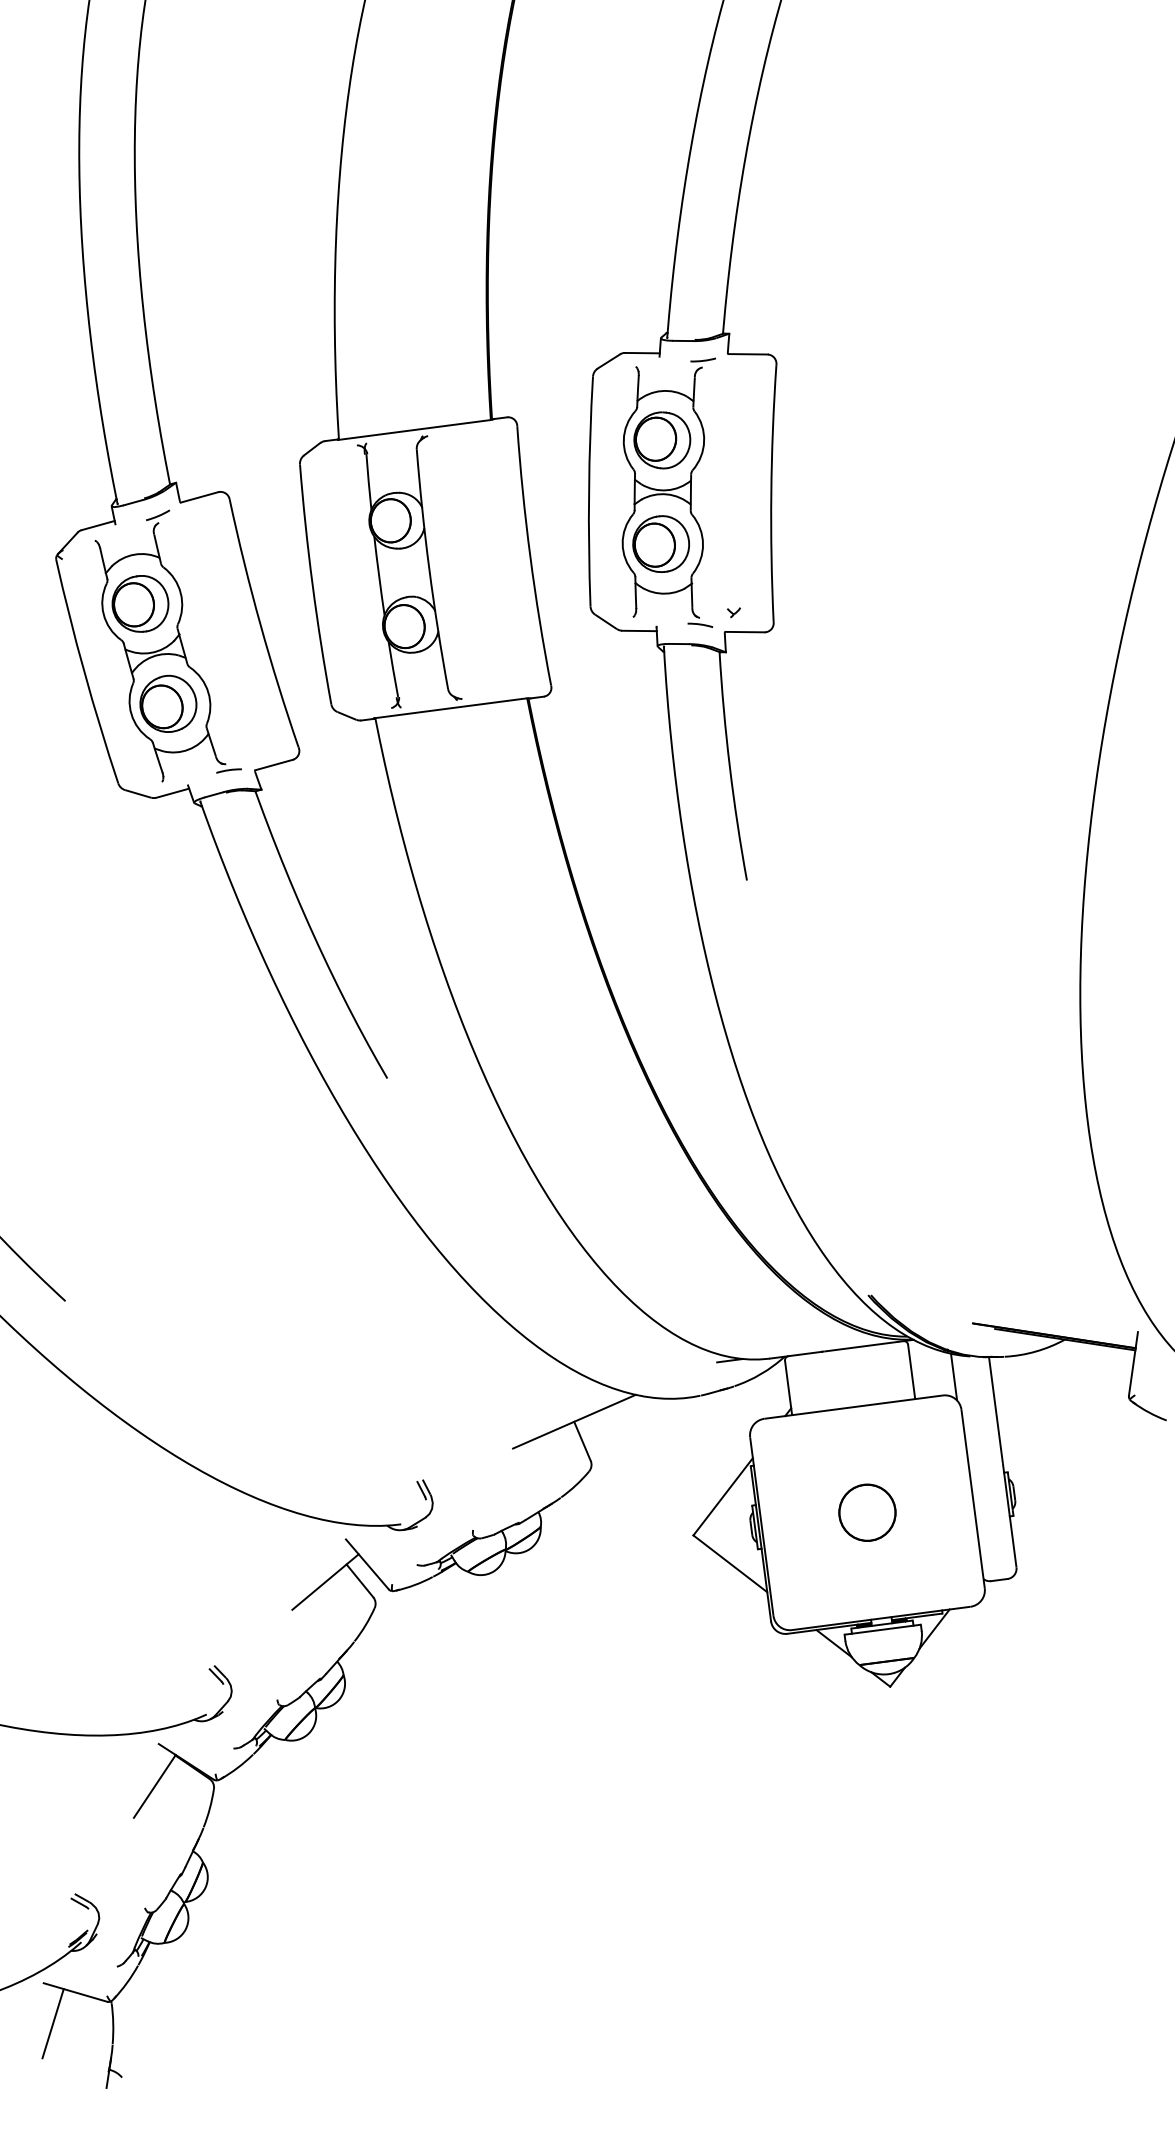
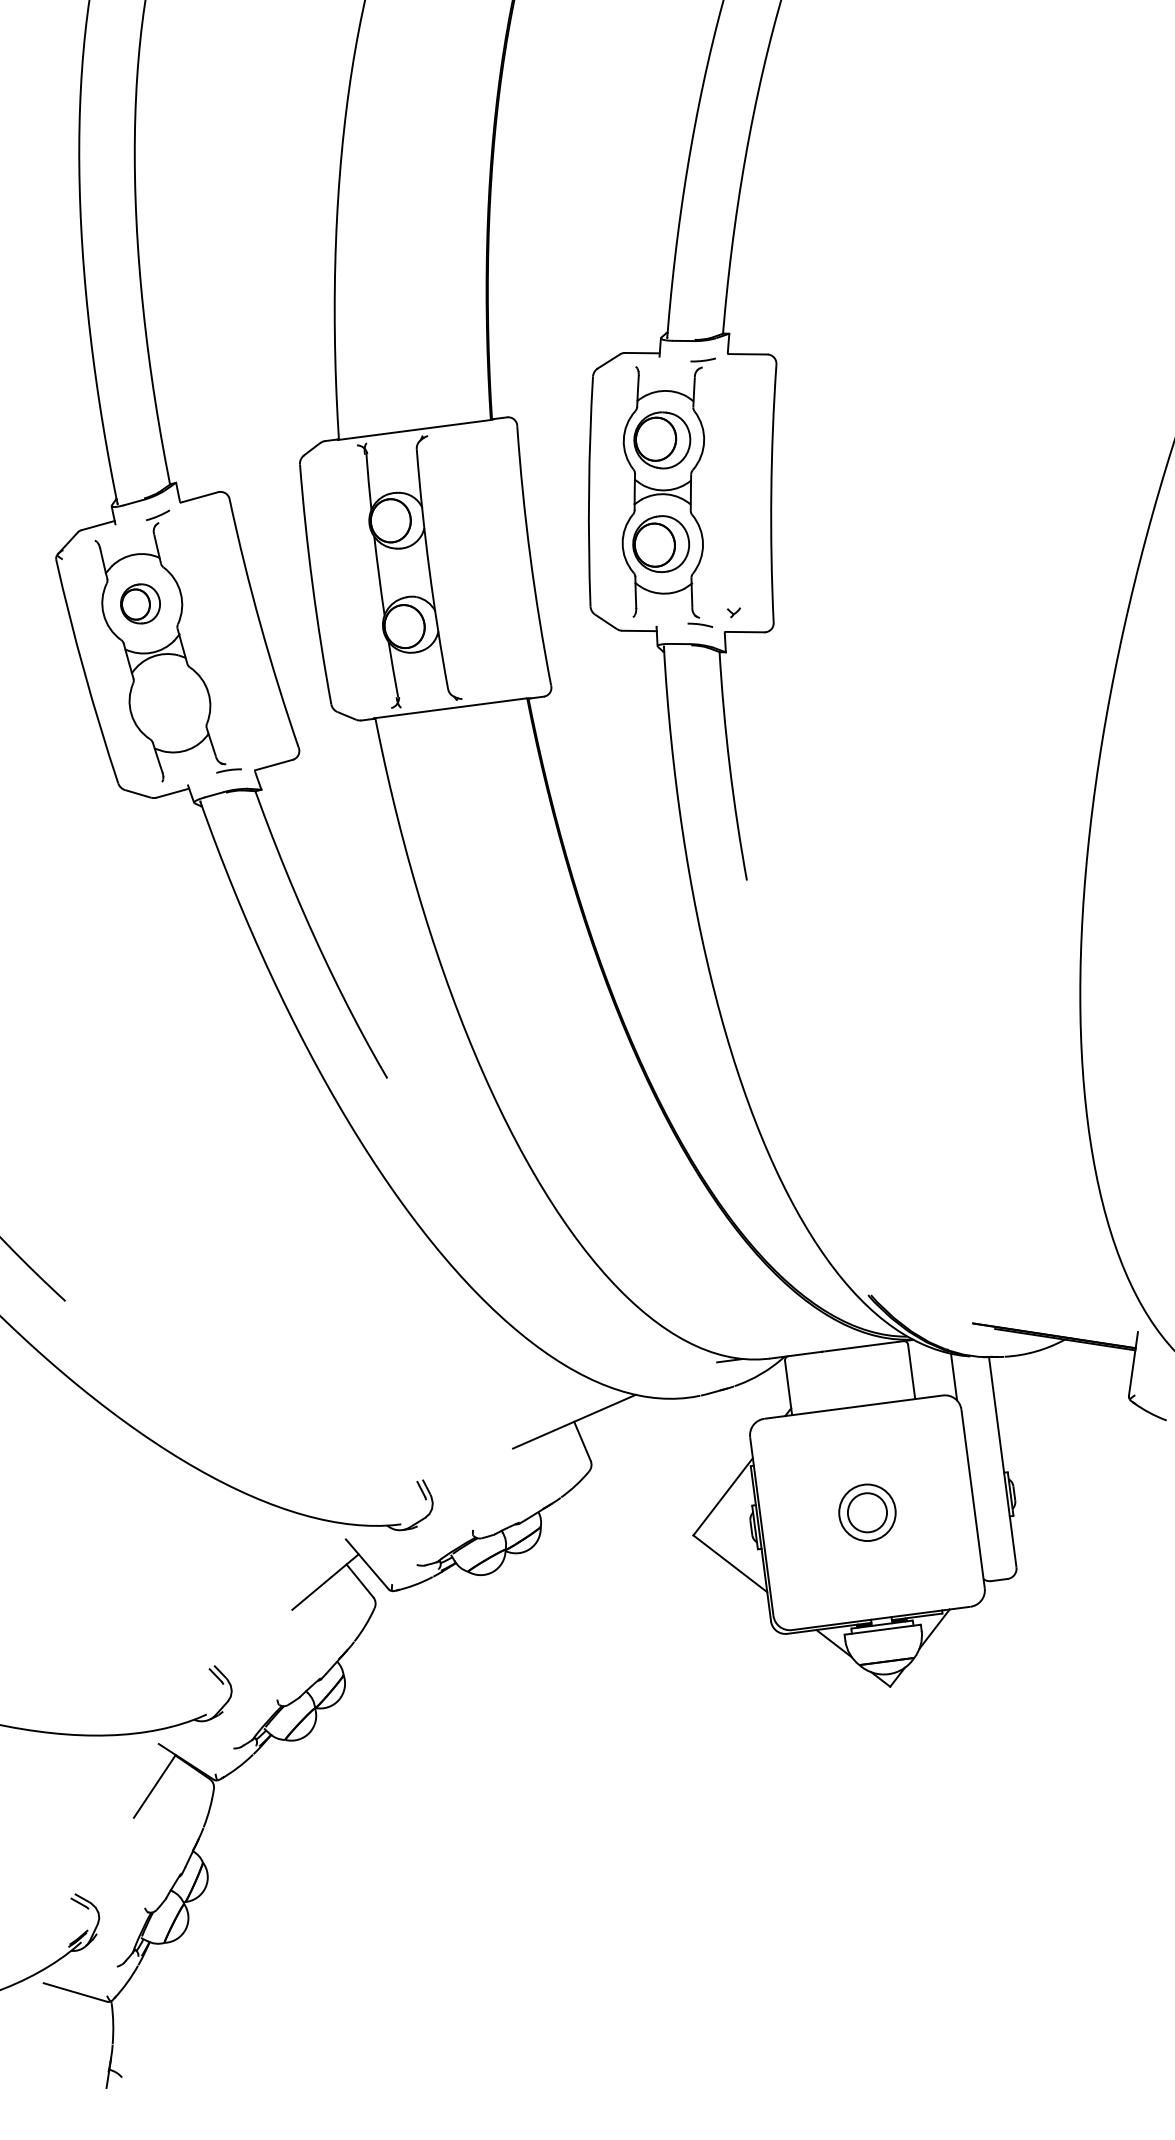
part at (140, 603) size: 59x58 px -> 41x42 px
part at (168, 703): present -> none
circle at (867, 1512) diameter: 56 px -> 39 px
line at (52, 2023): present -> none
